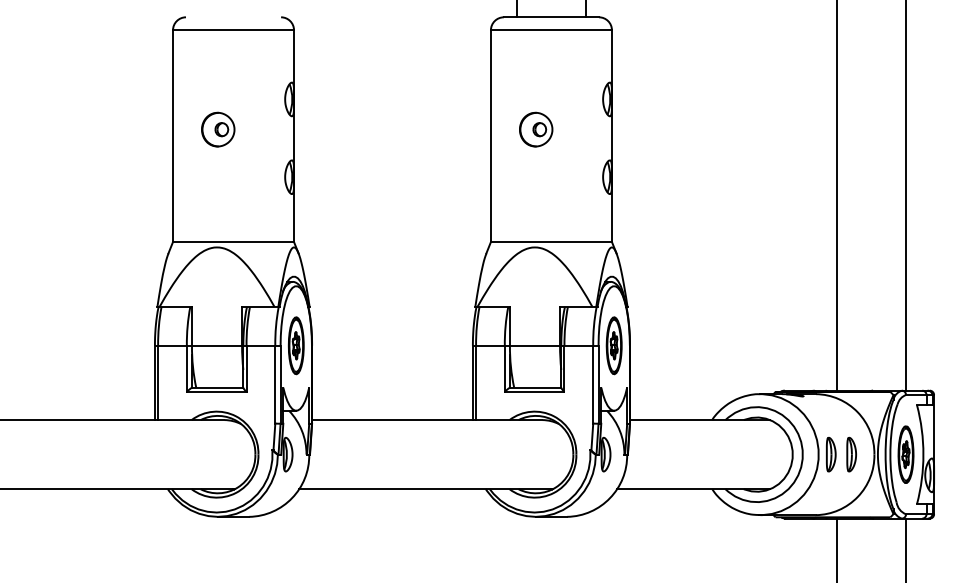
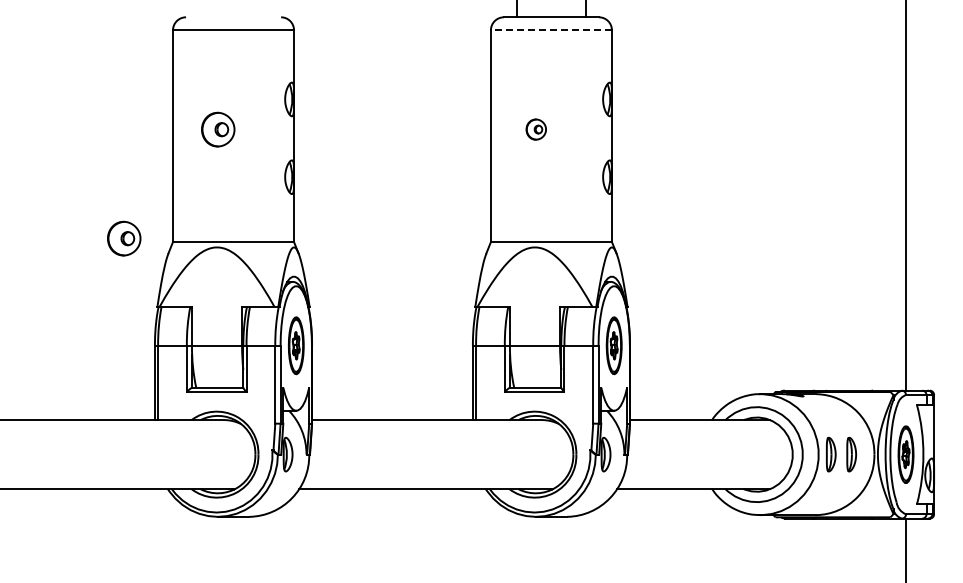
line at (551, 30): solid -> dashed
part at (536, 129) size: 35x37 px -> 22x23 px
line at (837, 196): present -> none
part at (124, 238): none -> present
line at (837, 548): present -> none
